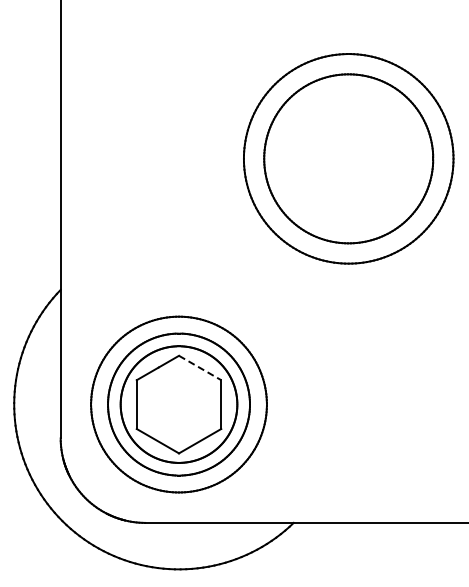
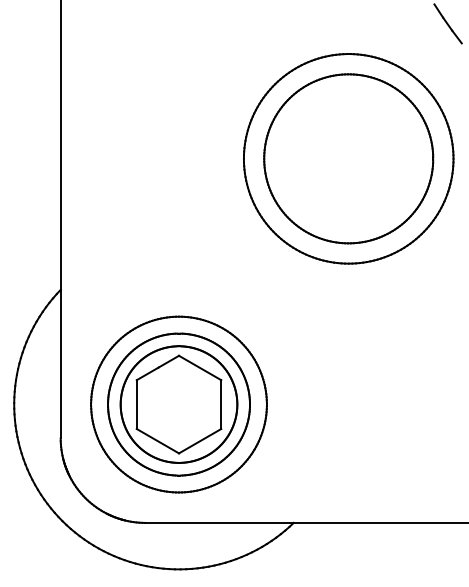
line at (447, 23): none -> present
line at (200, 368): dashed -> solid
